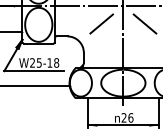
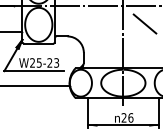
line at (101, 23): present -> none
text at (53, 62): W25-18 -> W25-23
